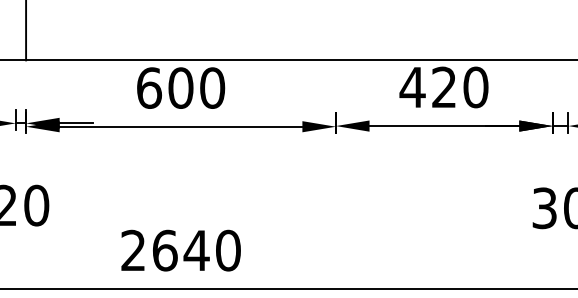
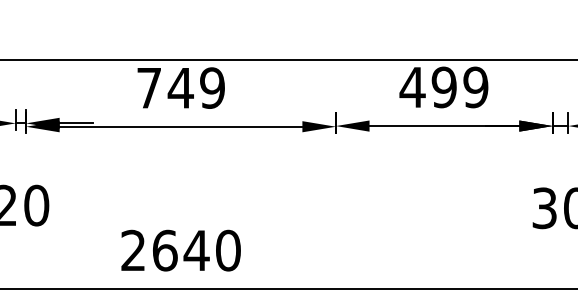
line at (26, 31): present -> none
text at (181, 87): 600 -> 749
text at (459, 87): 420 -> 499
